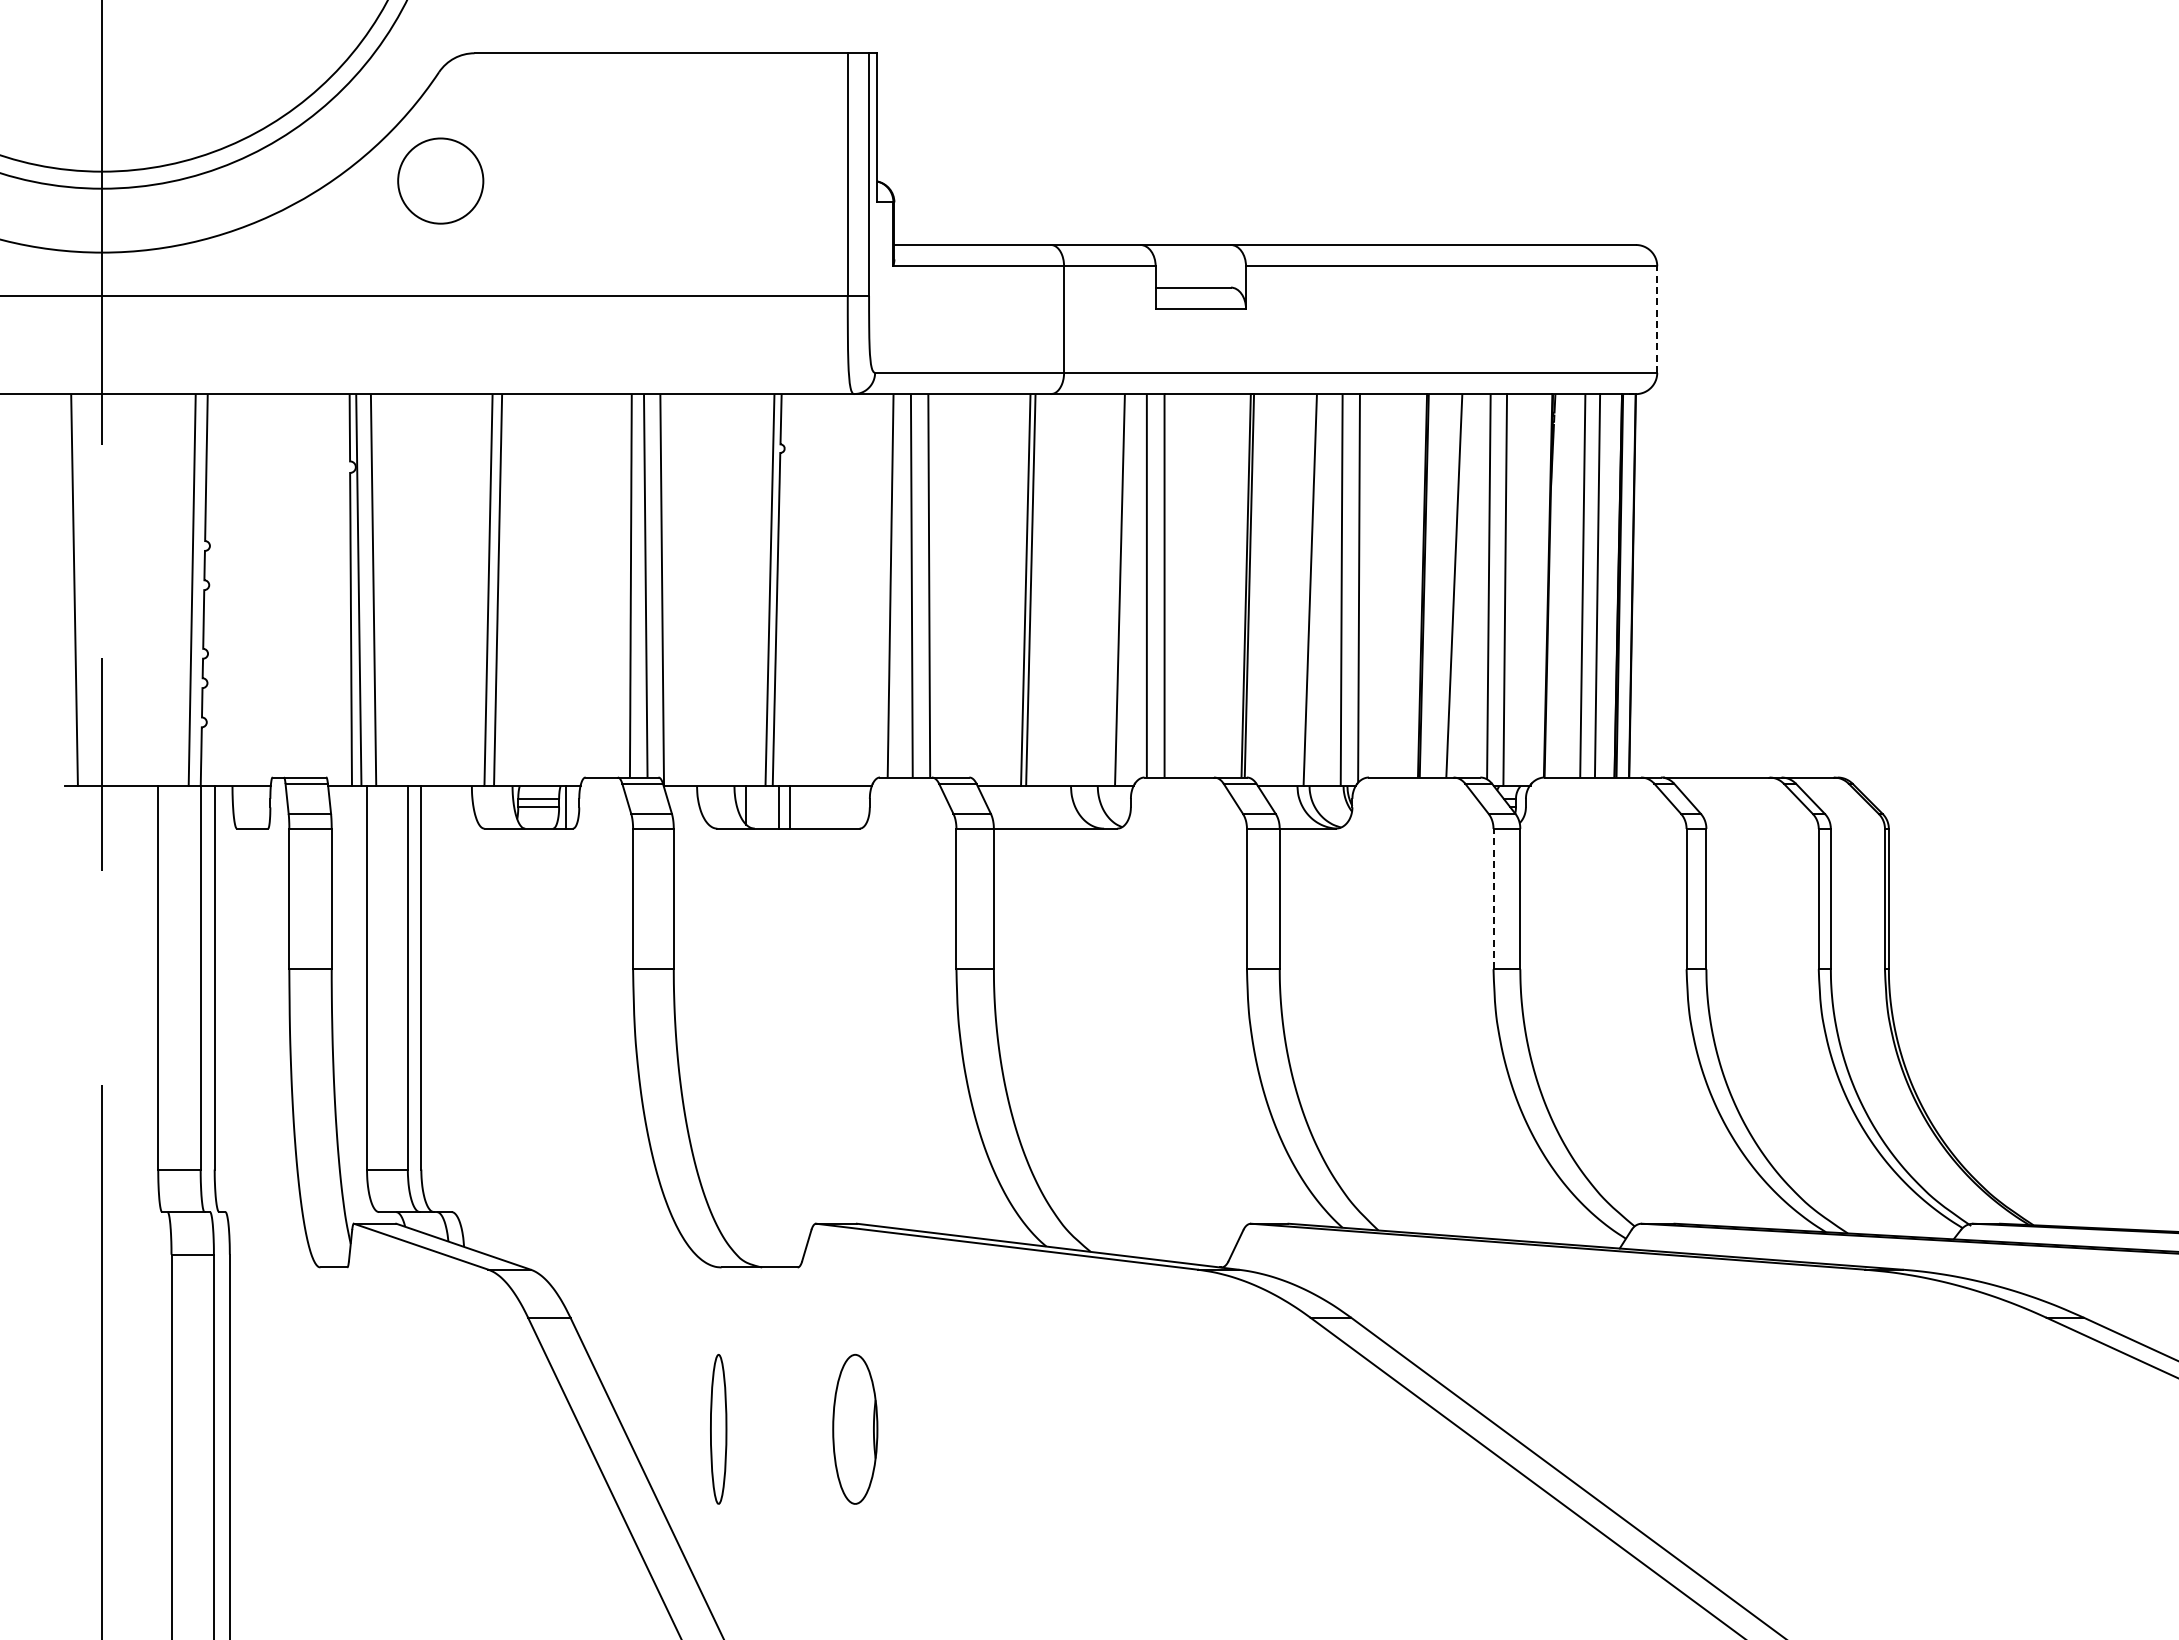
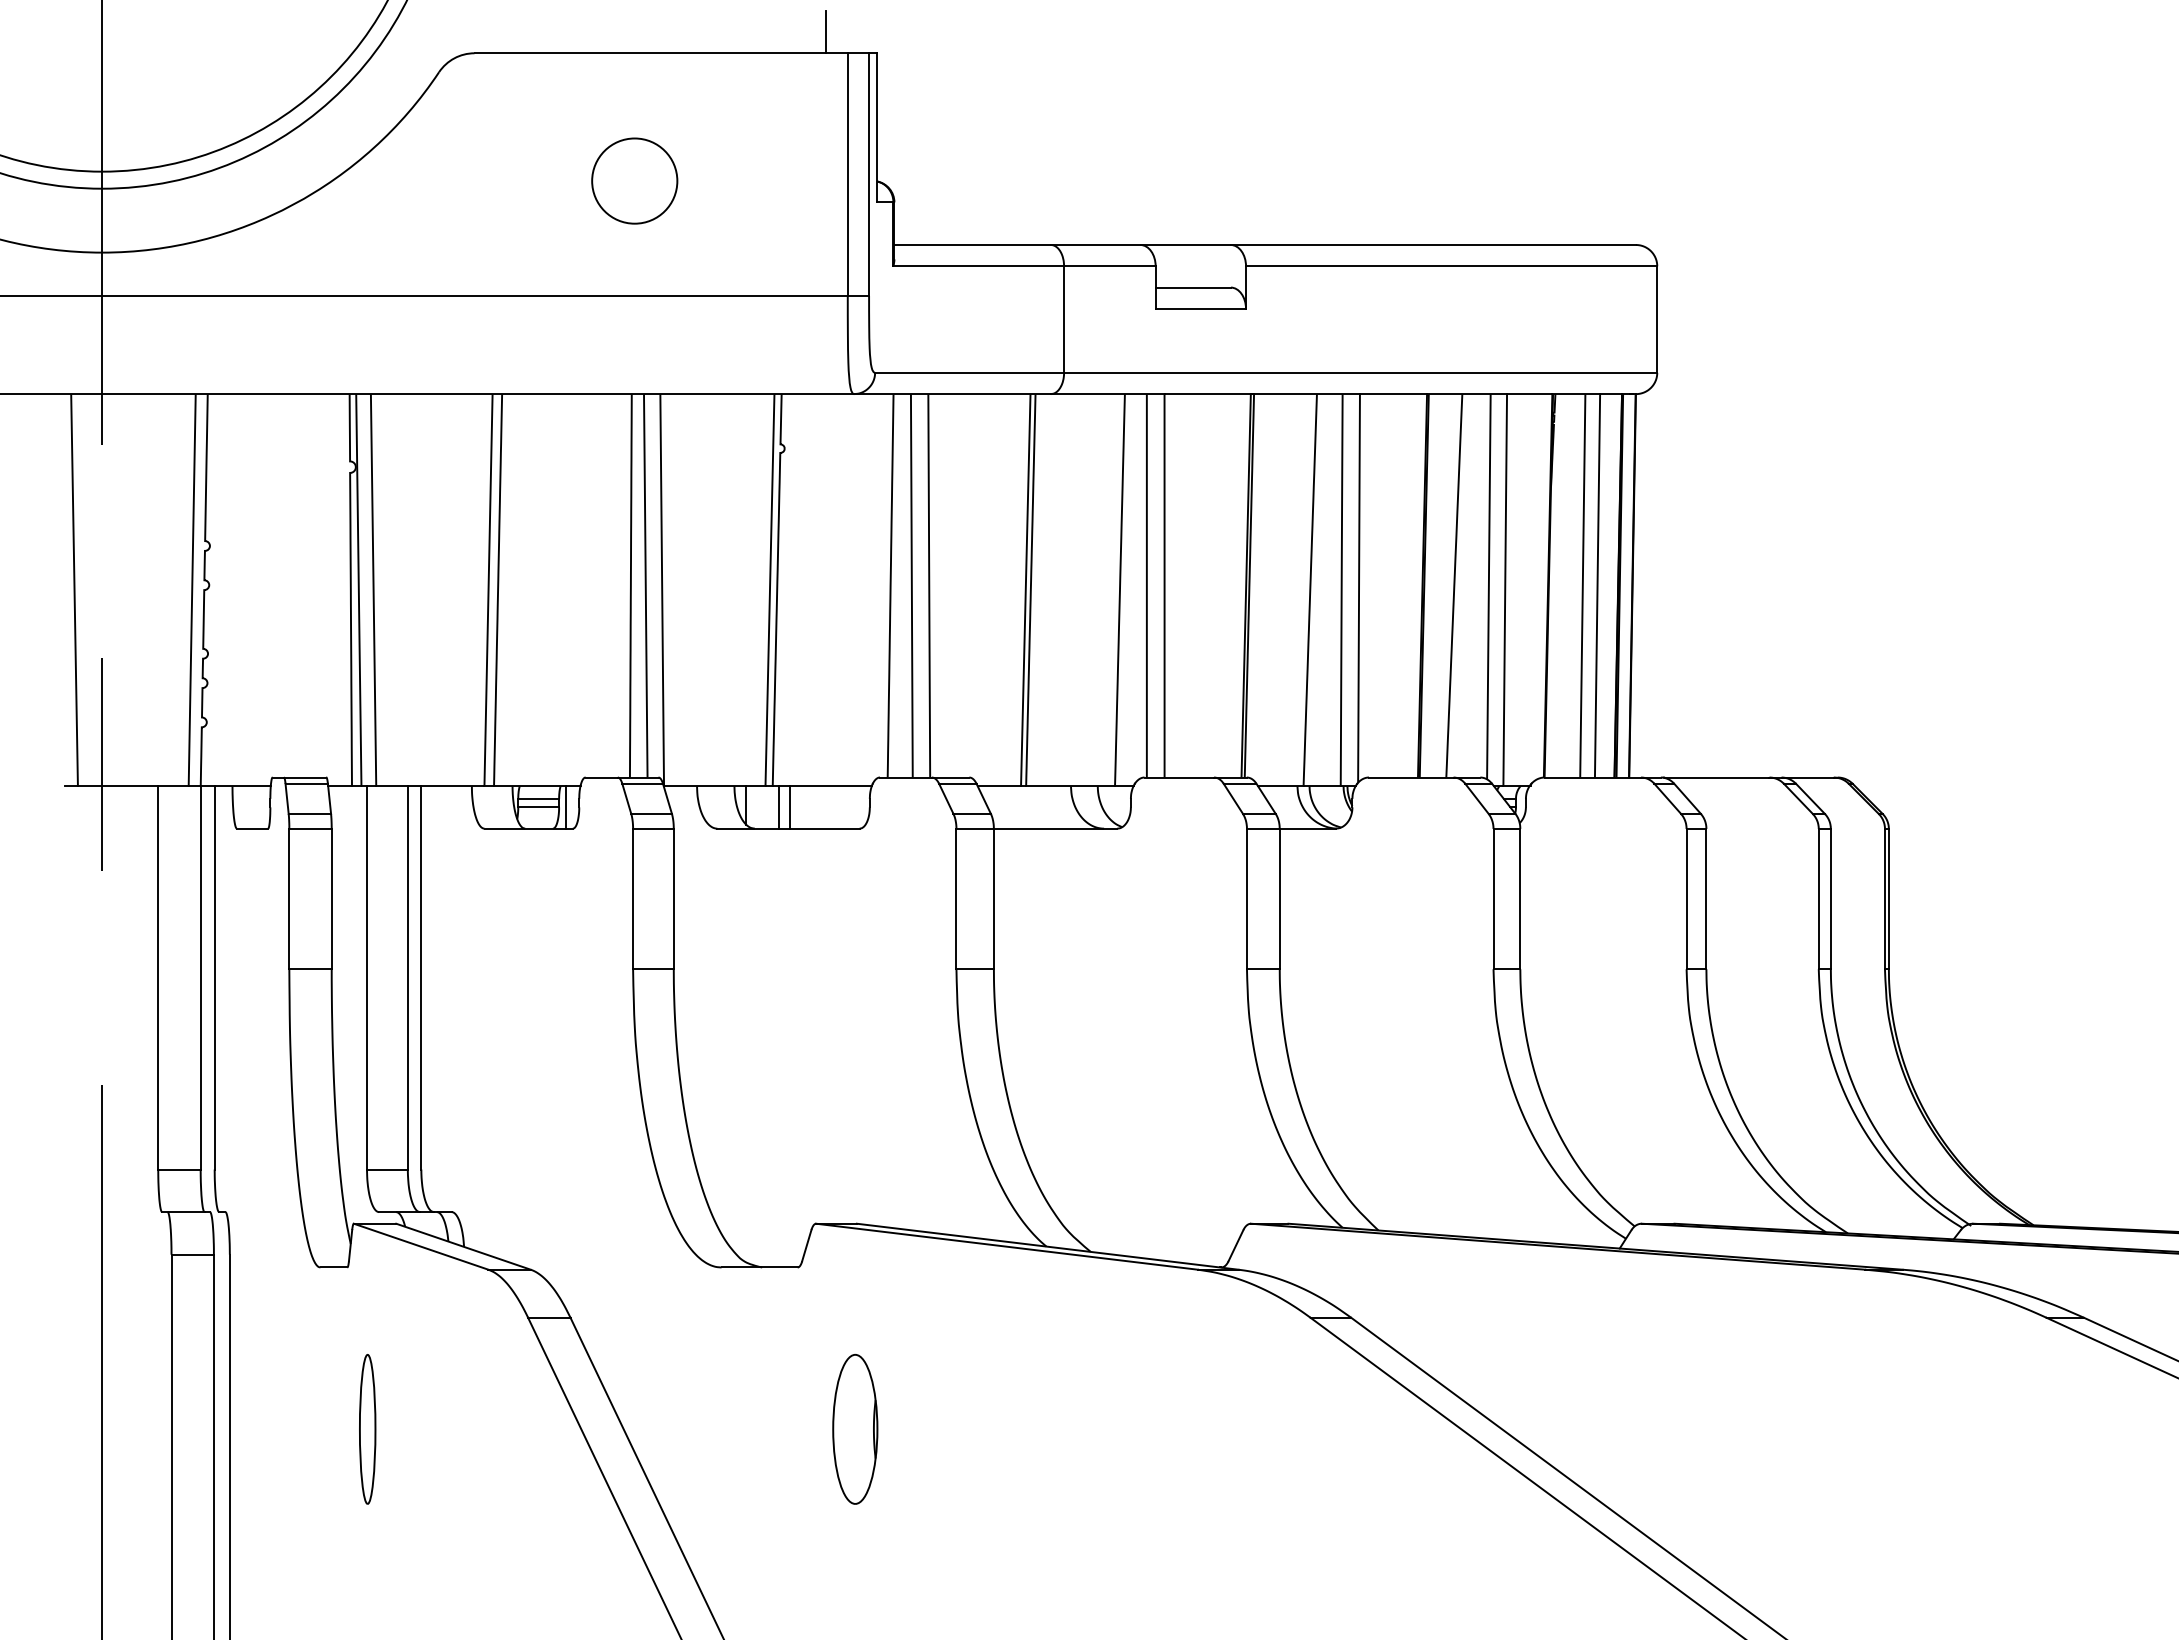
line at (826, 31): none -> present
circle at (440, 180) position: (440, 180) -> (634, 180)
line at (1657, 319): dashed -> solid
line at (1493, 898): dashed -> solid
part at (718, 1429) position: (718, 1429) -> (367, 1429)
